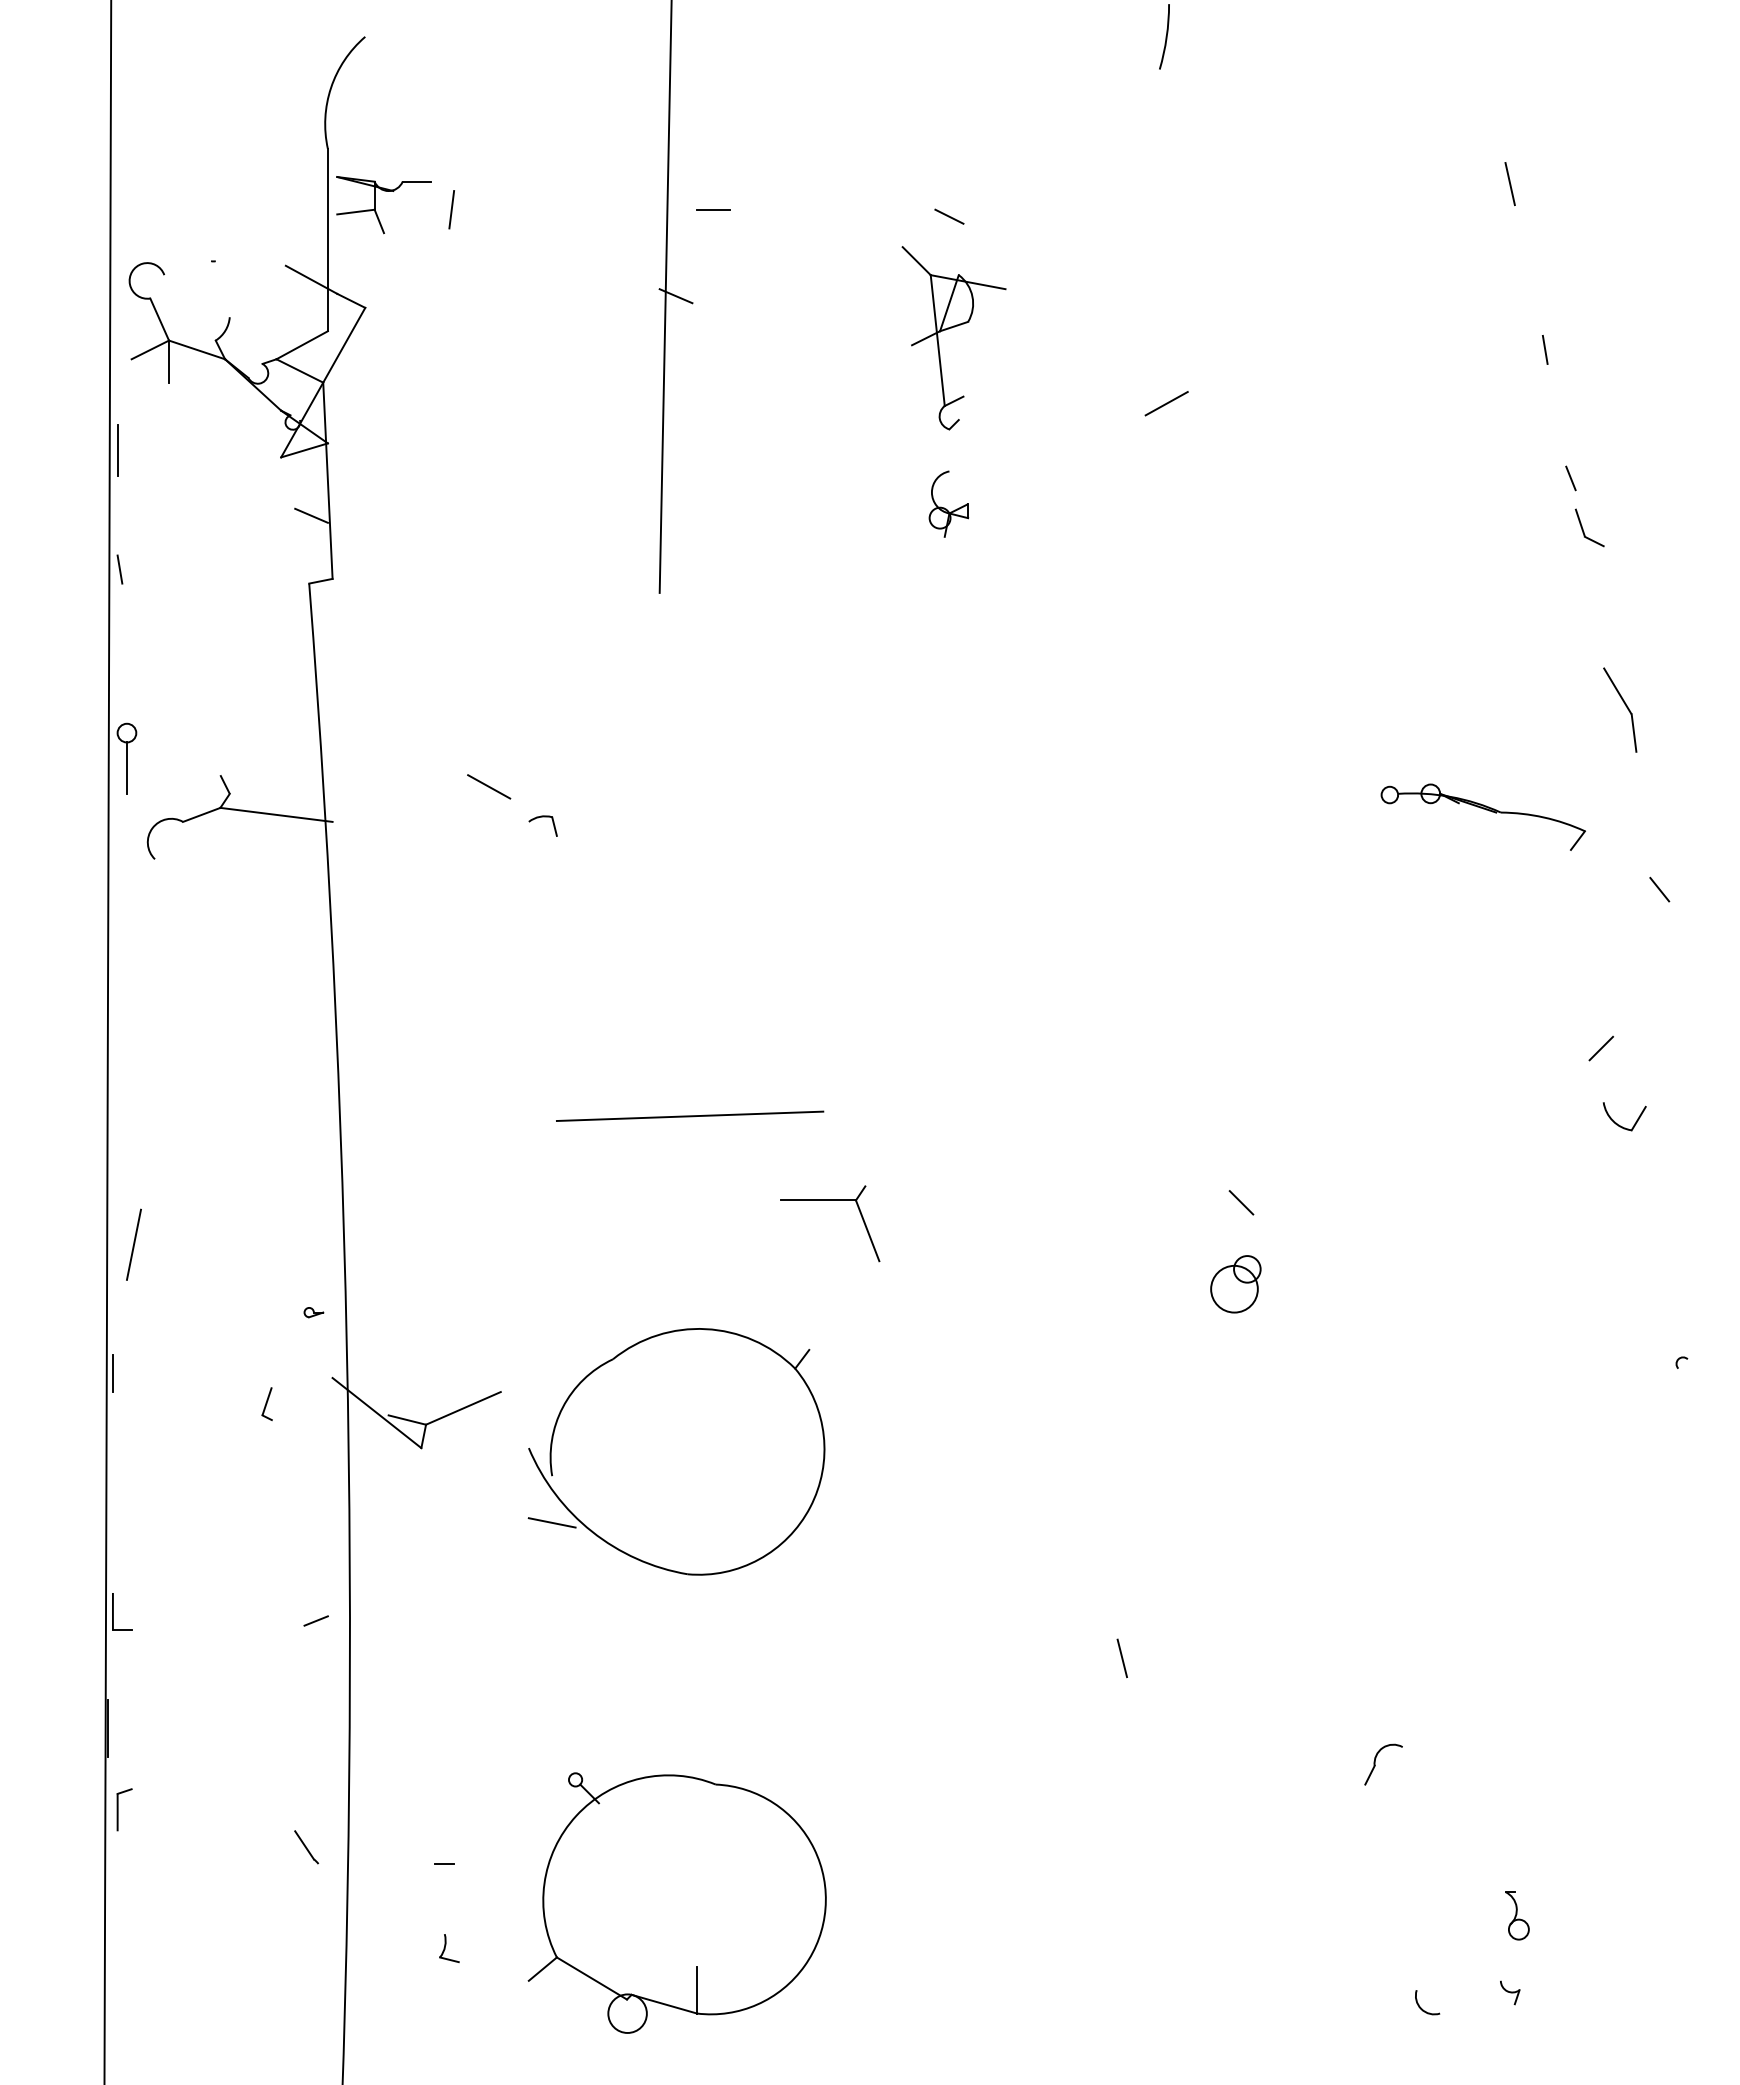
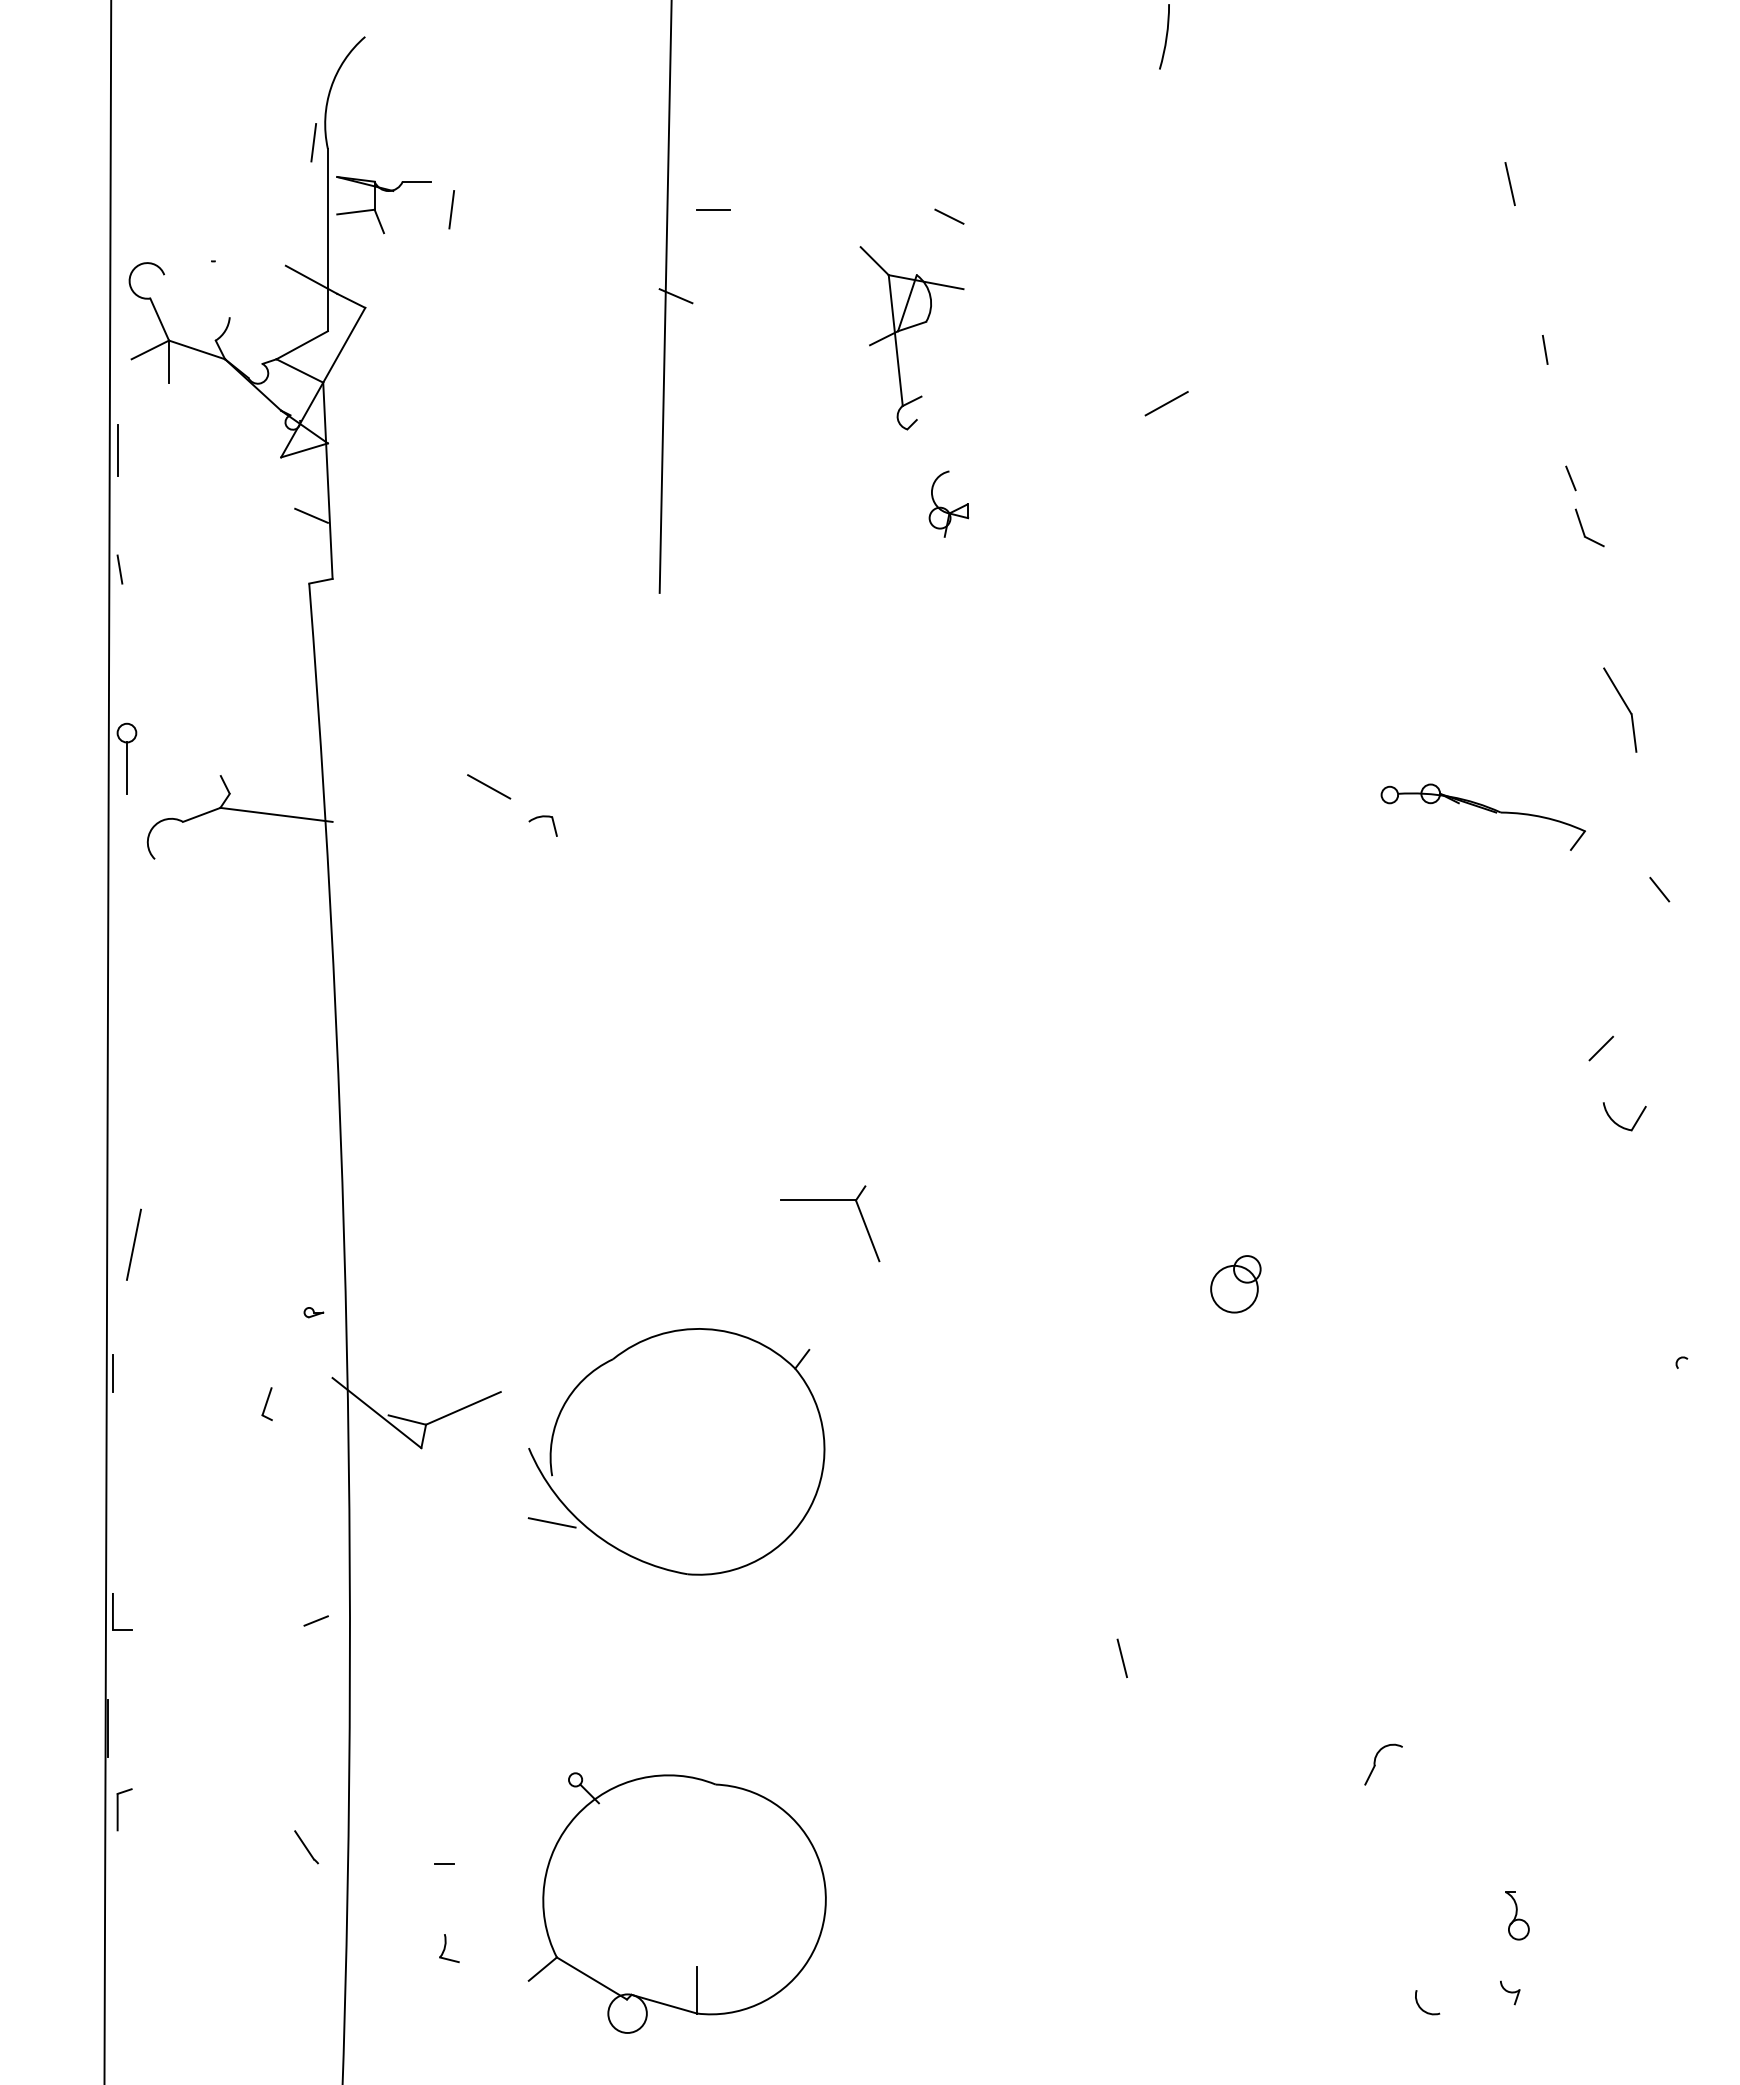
line at (313, 142): none -> present
part at (949, 329) position: (949, 329) -> (907, 329)
line at (689, 1115): present -> none
line at (1241, 1202): present -> none
